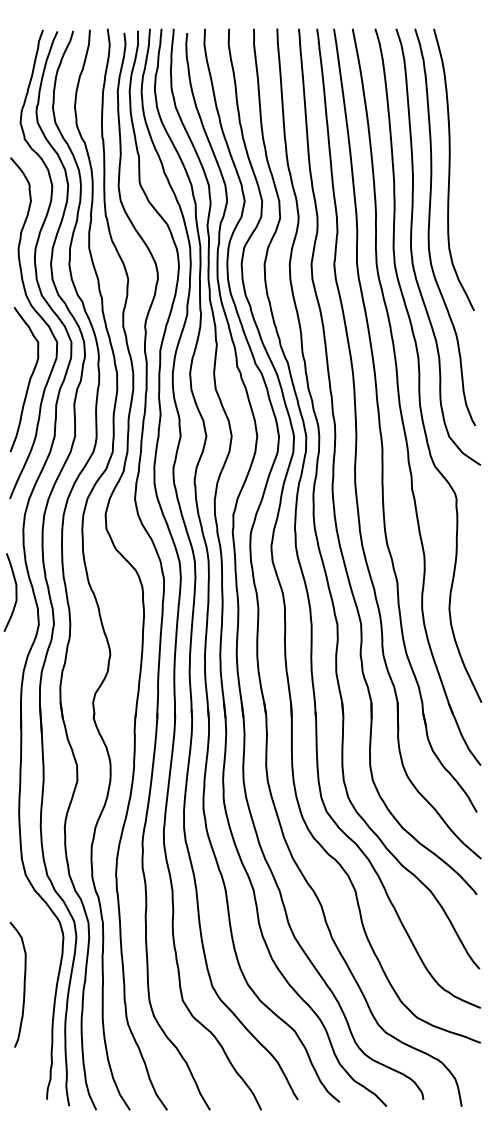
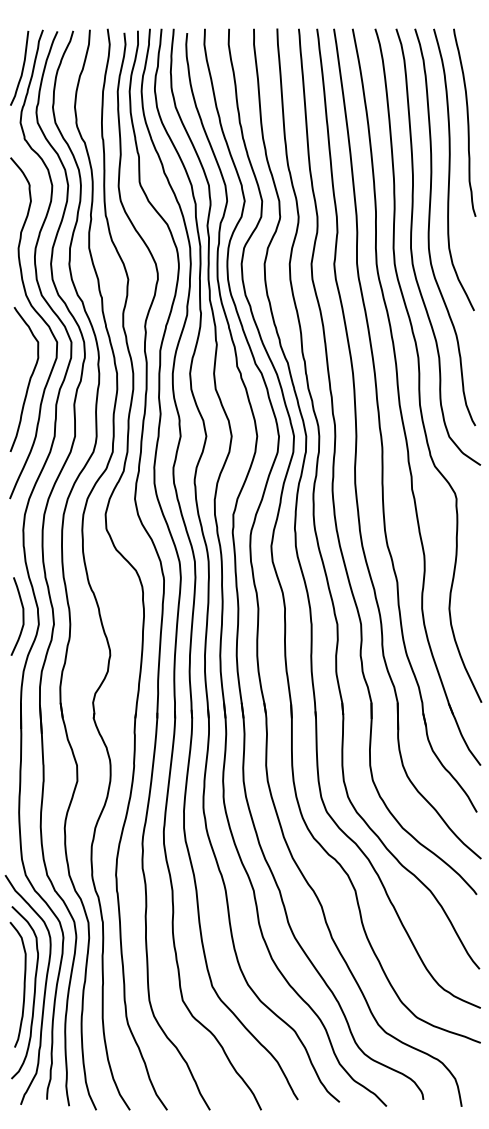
curve at (22, 67): none -> present
curve at (467, 122): none -> present
curve at (15, 592) position: (15, 592) -> (22, 616)
part at (34, 989): none -> present
